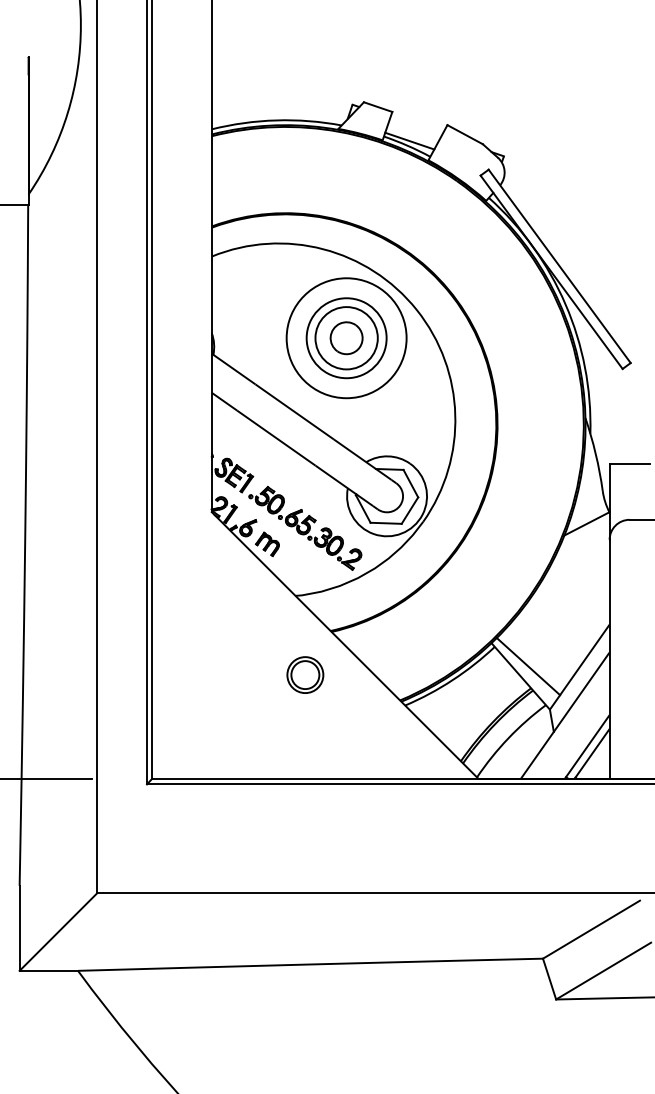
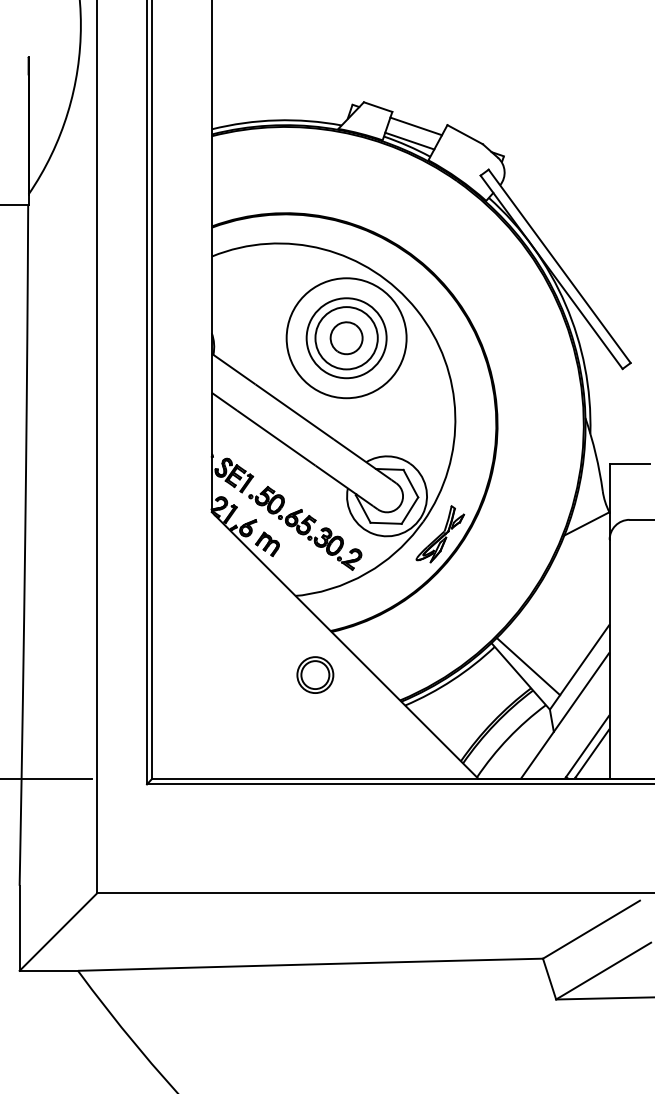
line at (416, 126): none -> present
part at (440, 534): none -> present
part at (305, 674) position: (305, 674) -> (315, 674)
